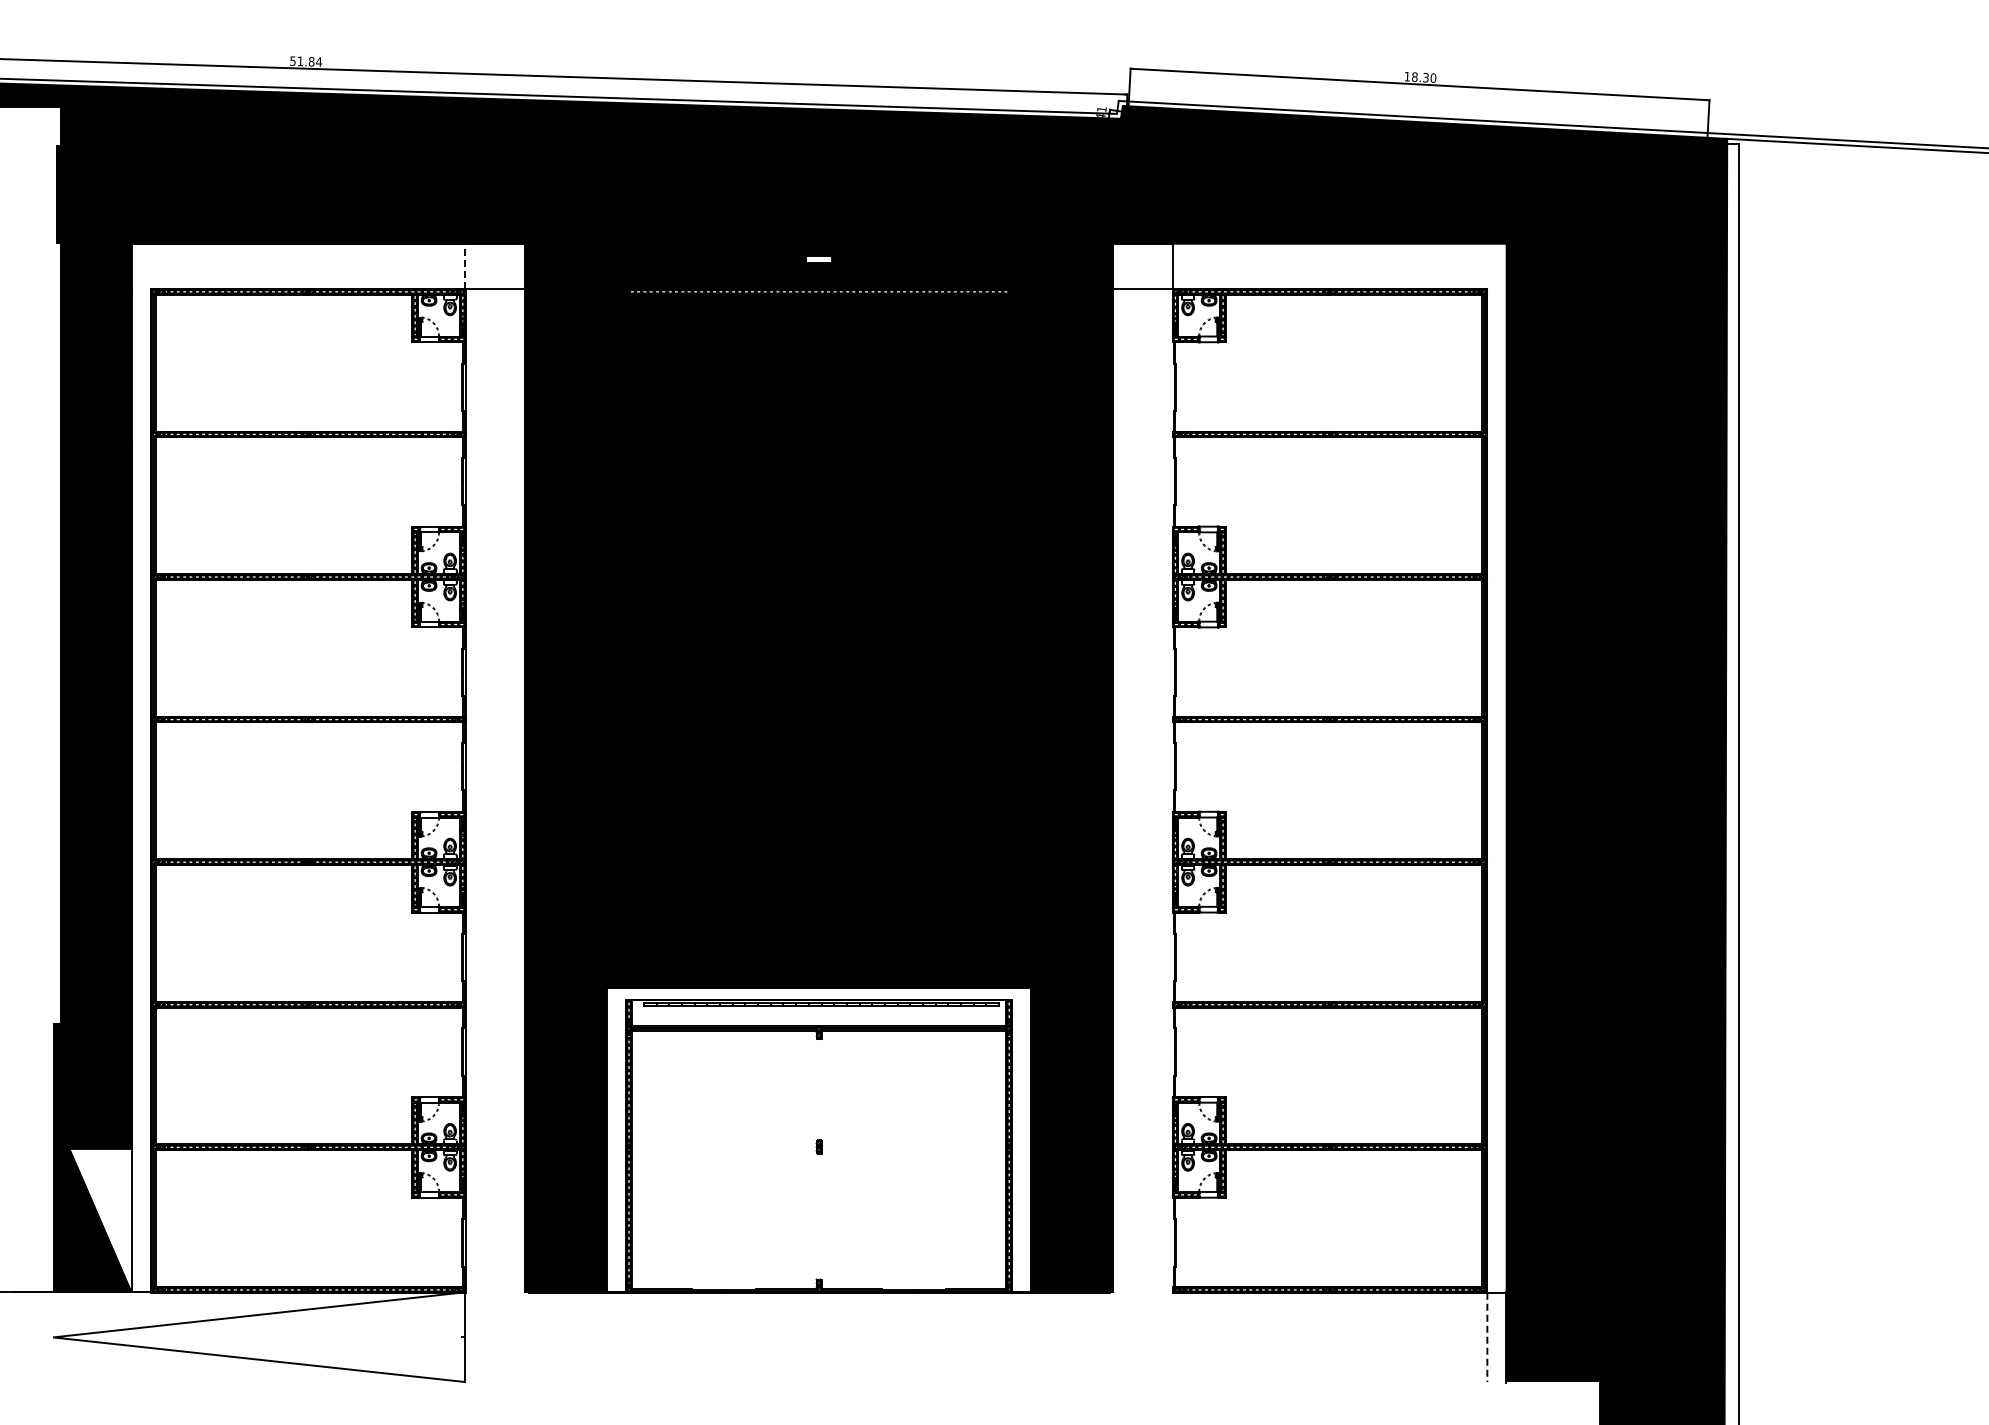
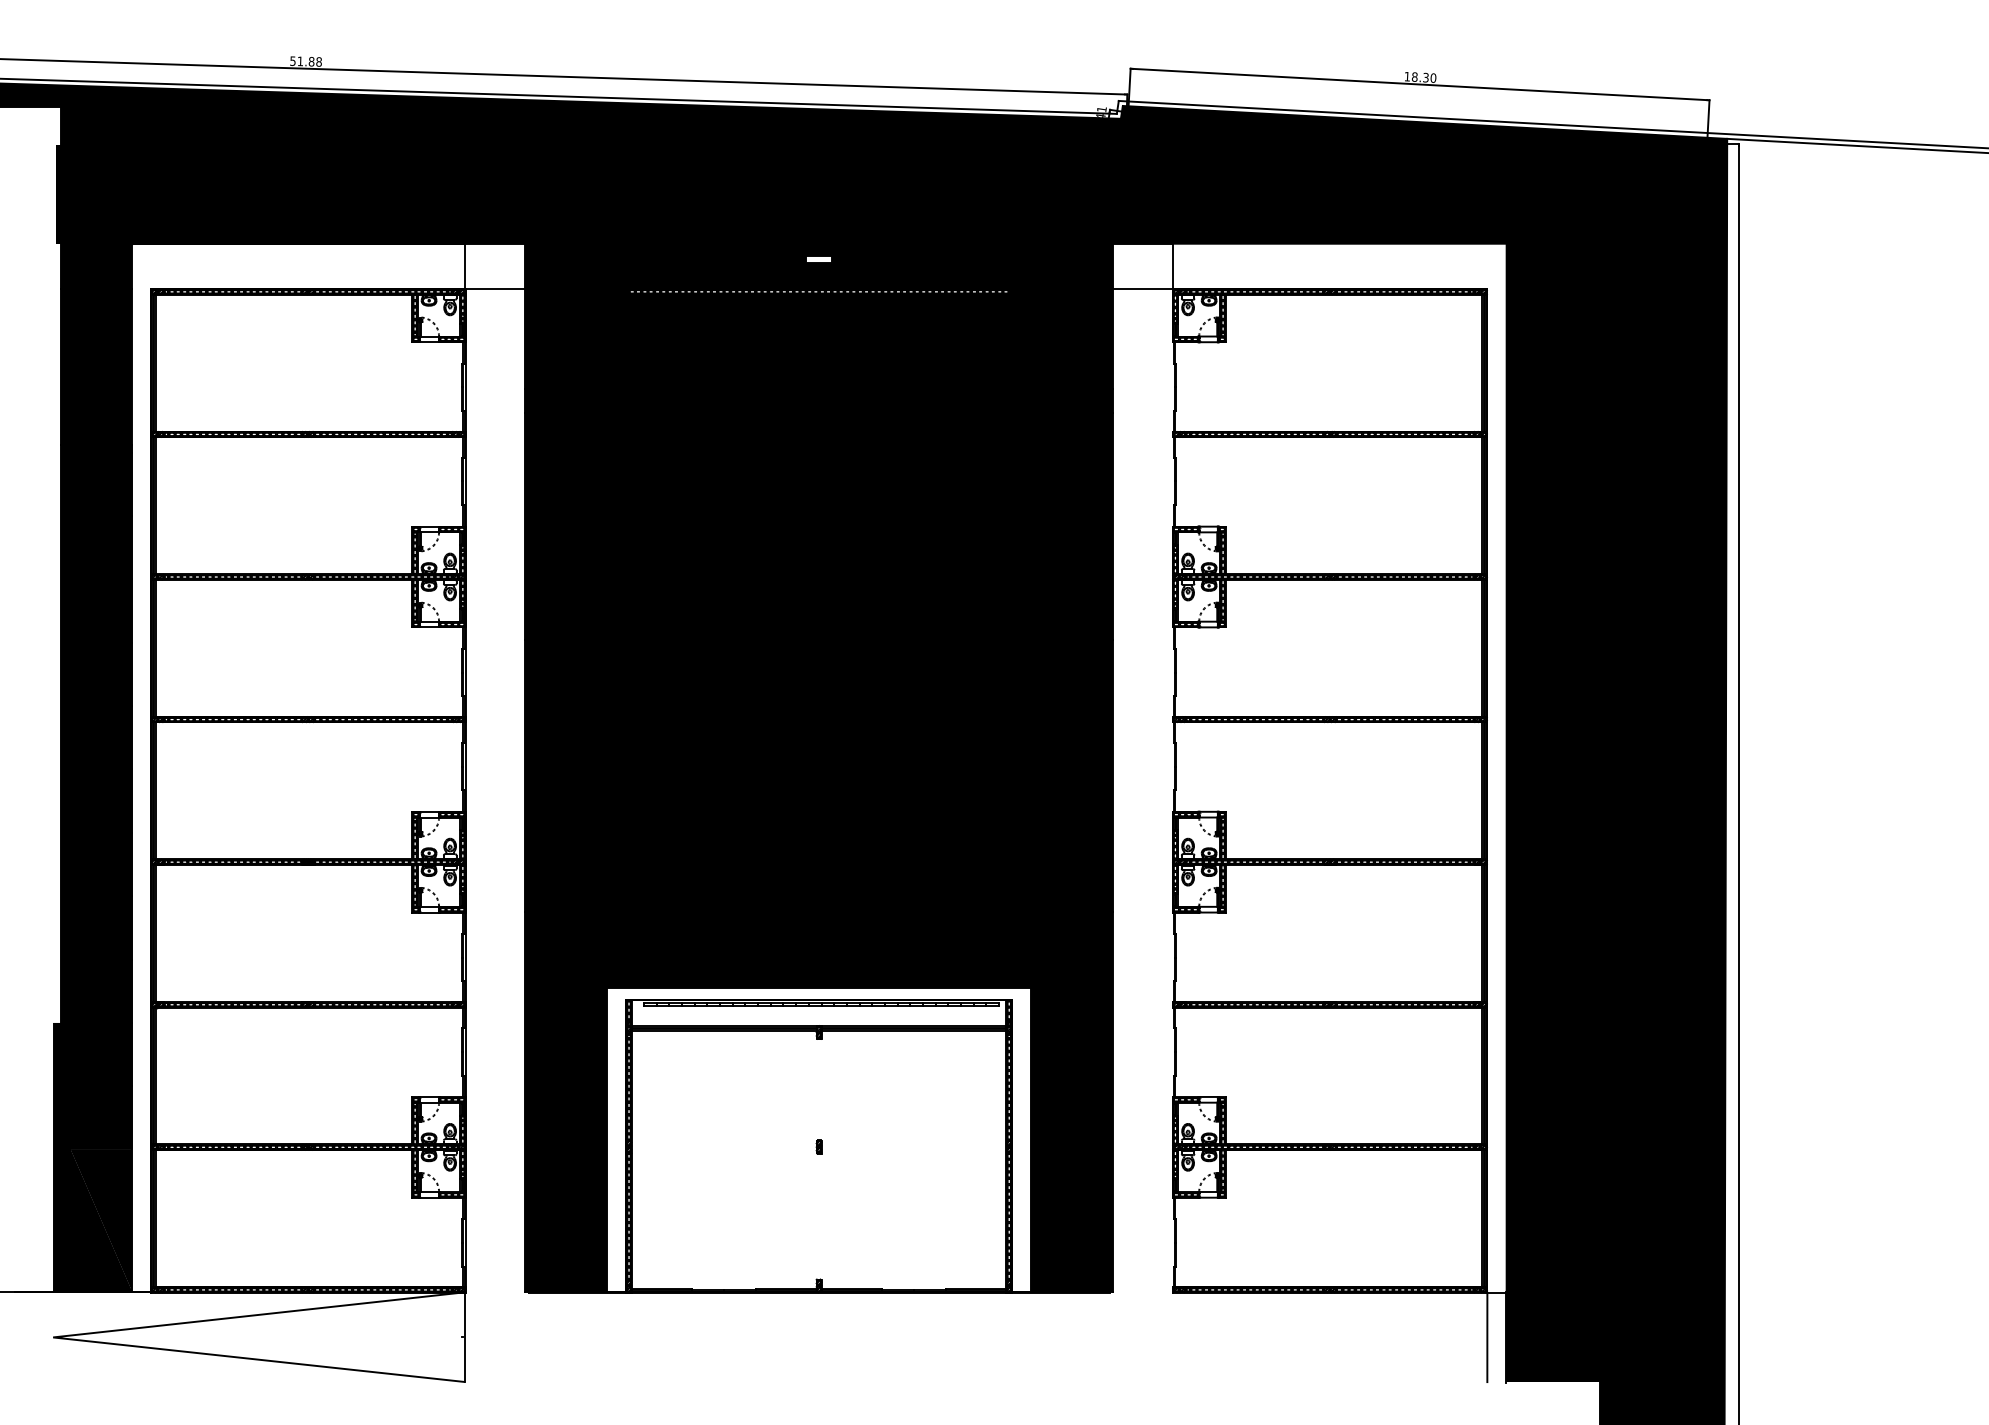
text at (318, 61): 51.84 -> 51.88
line at (465, 266): dashed -> solid
fill at (101, 1220): none -> present
line at (1487, 1337): dashed -> solid
